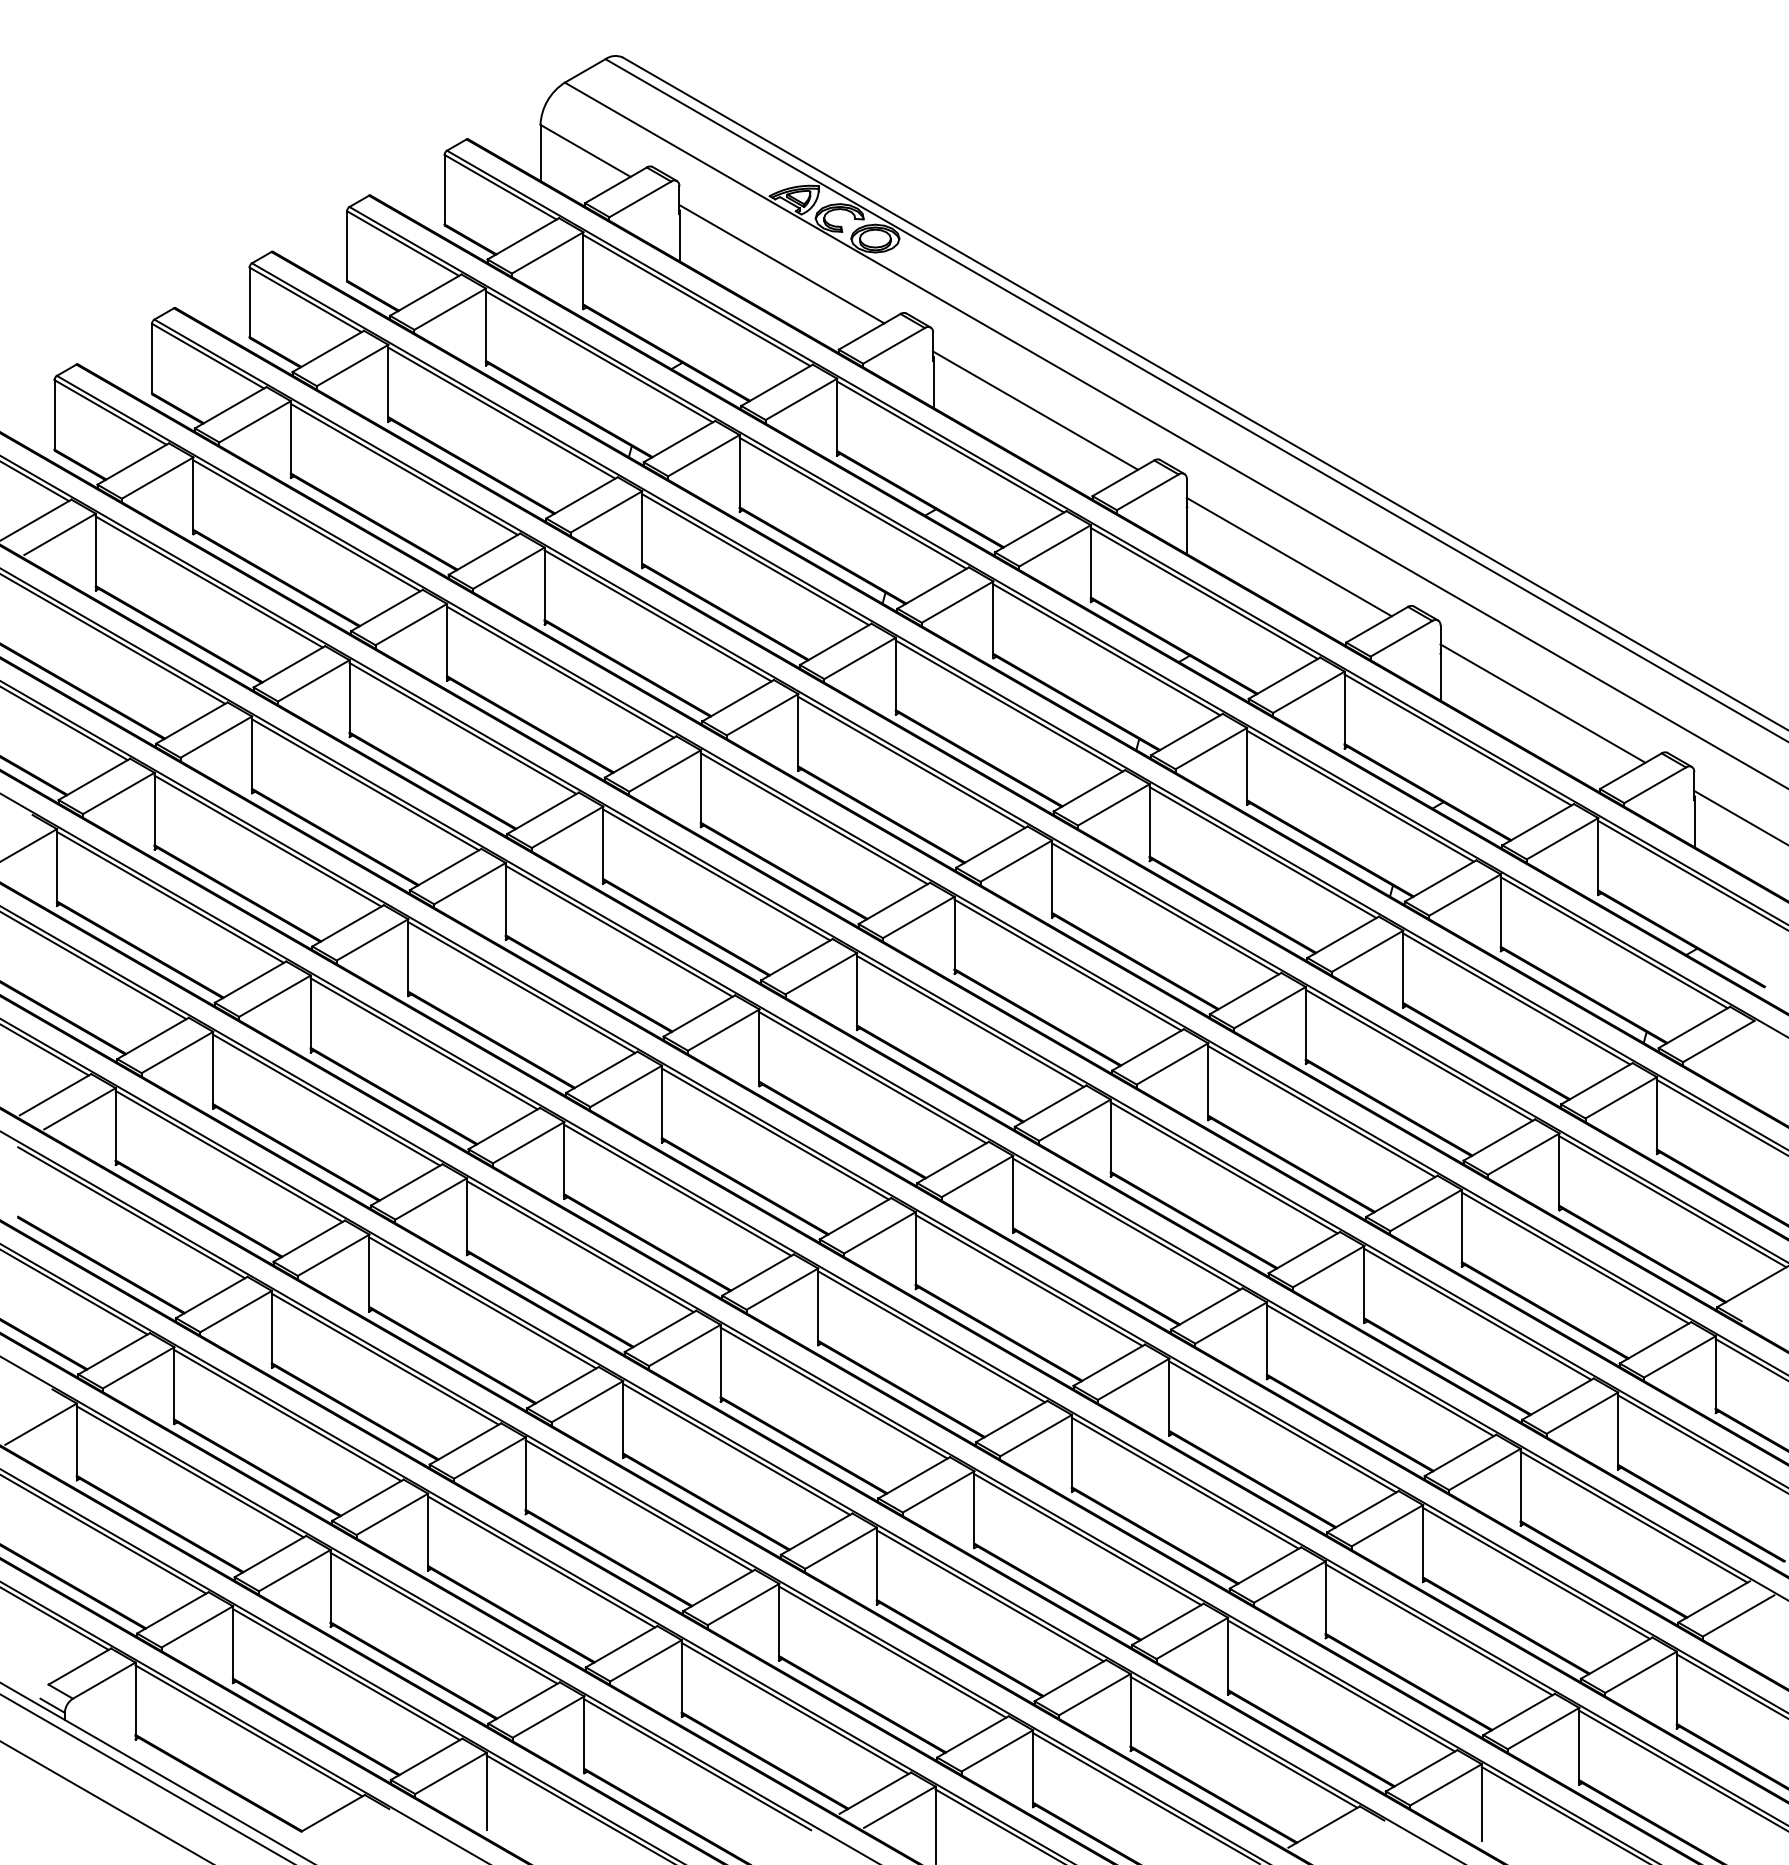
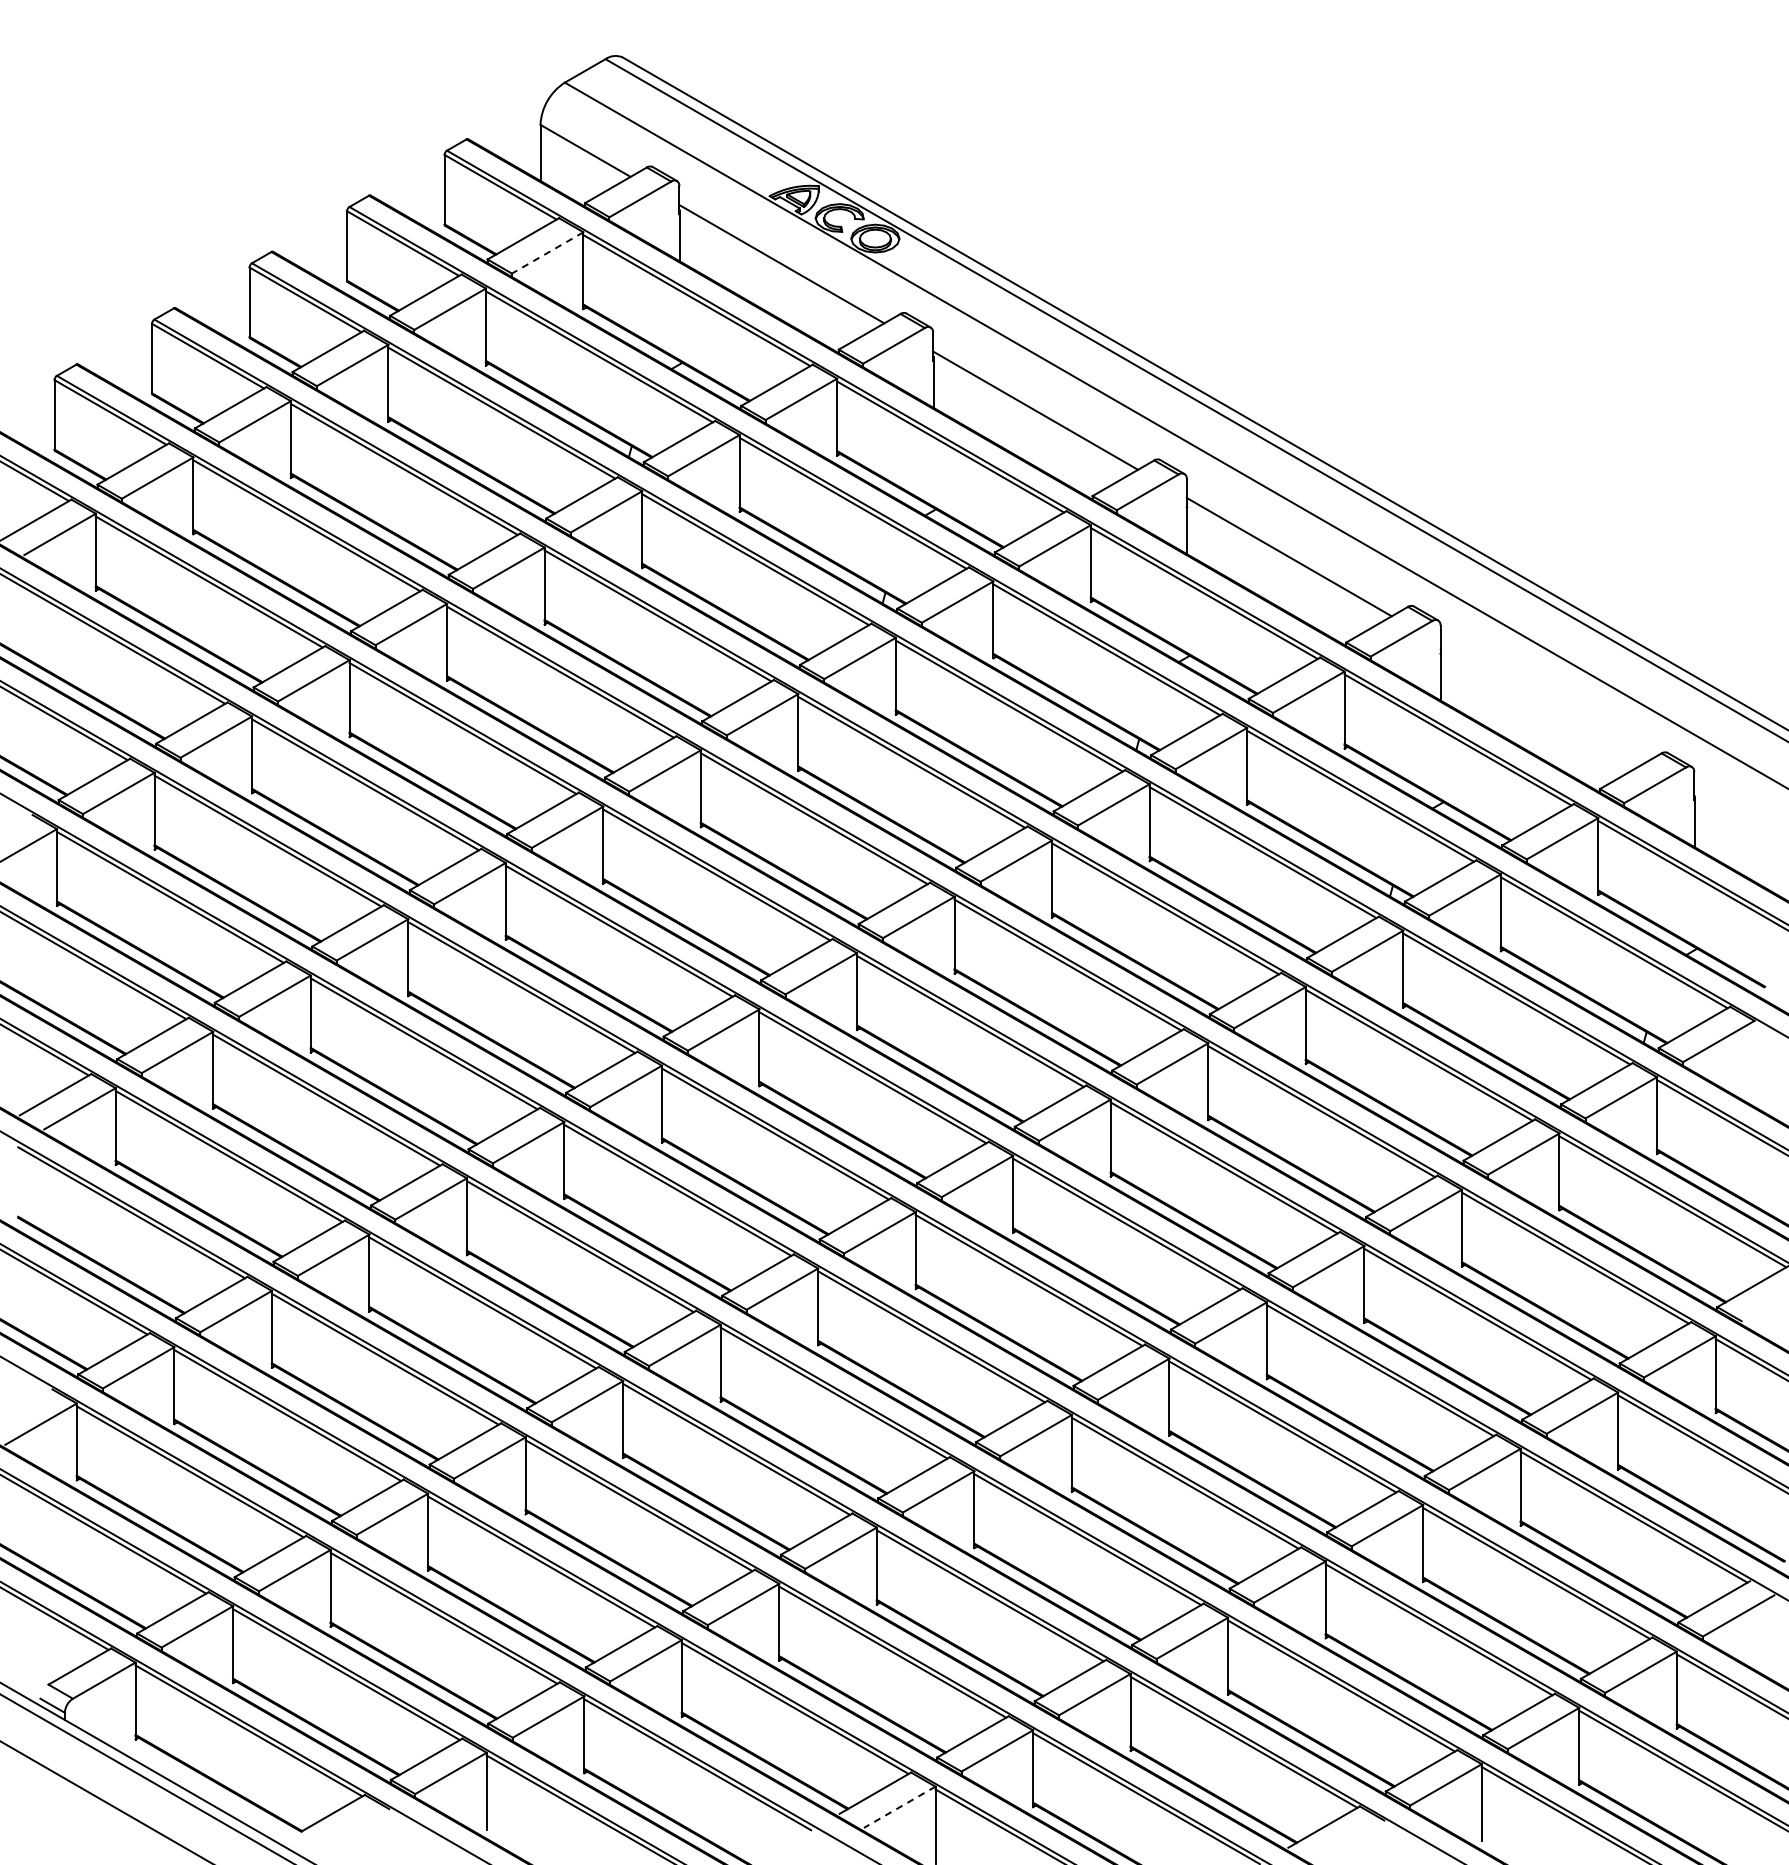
line at (547, 253): solid -> dashed
line at (1542, 703): present -> none
line at (1739, 816): present -> none
line at (899, 1807): solid -> dashed
